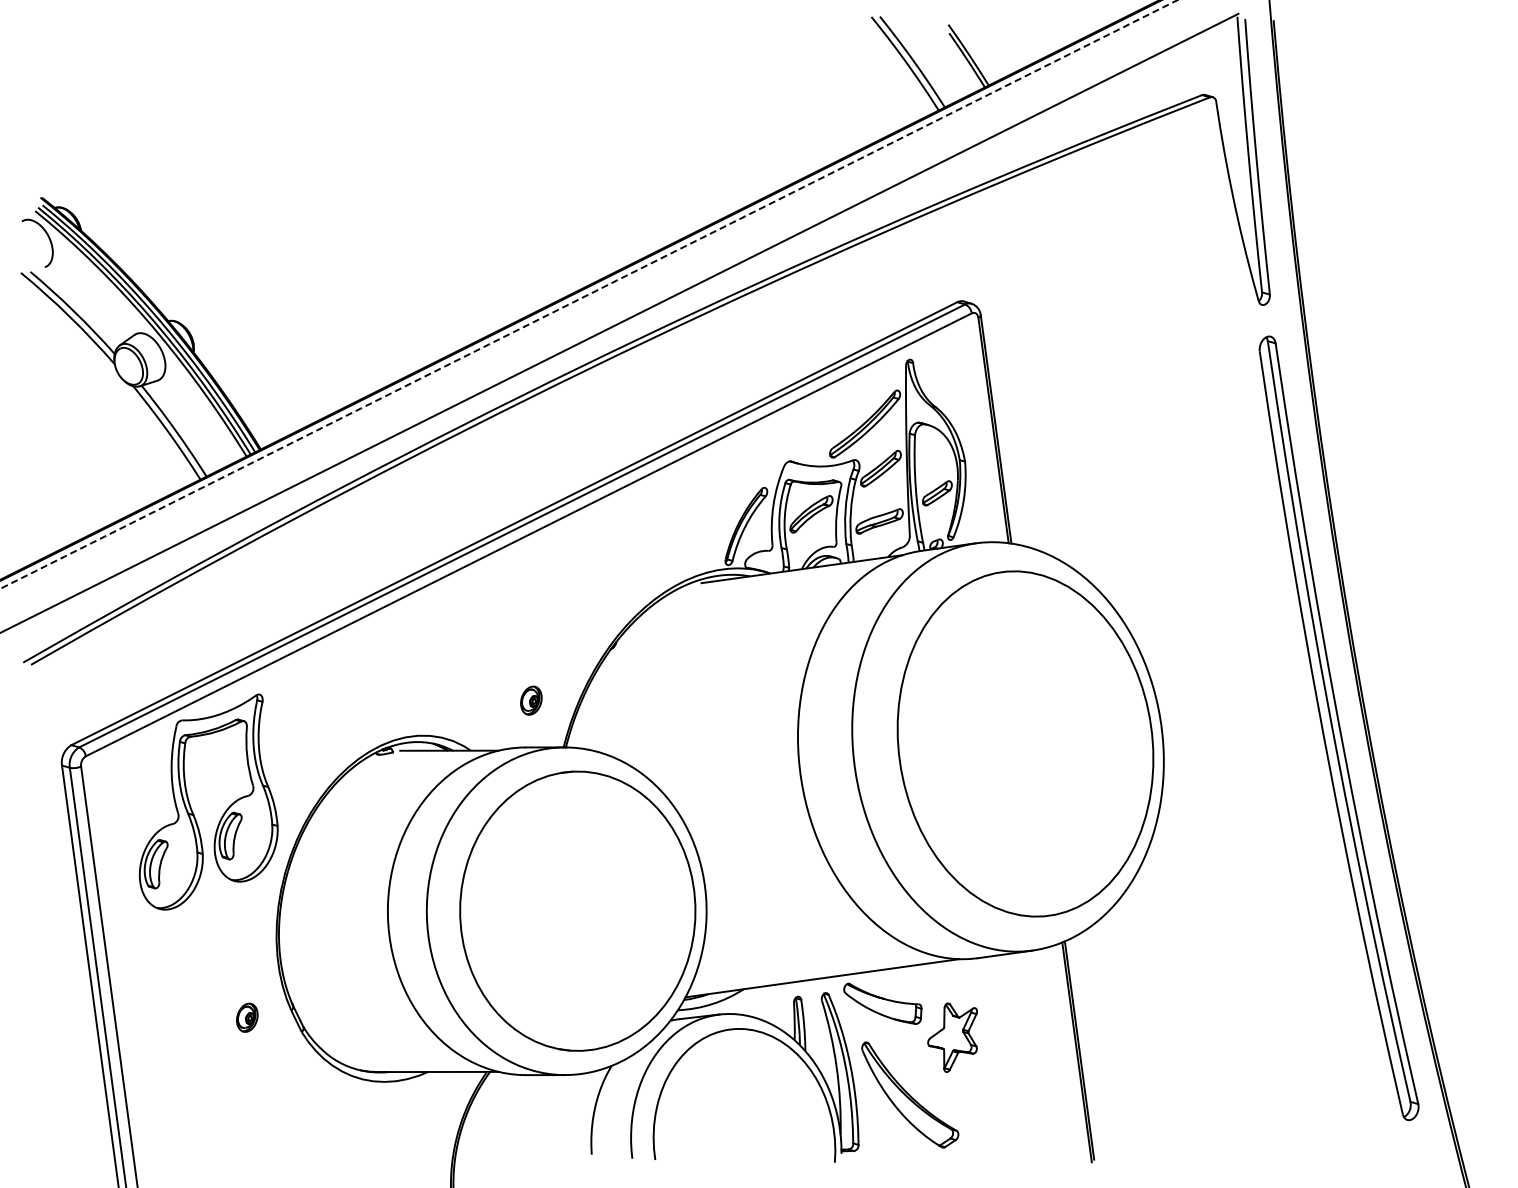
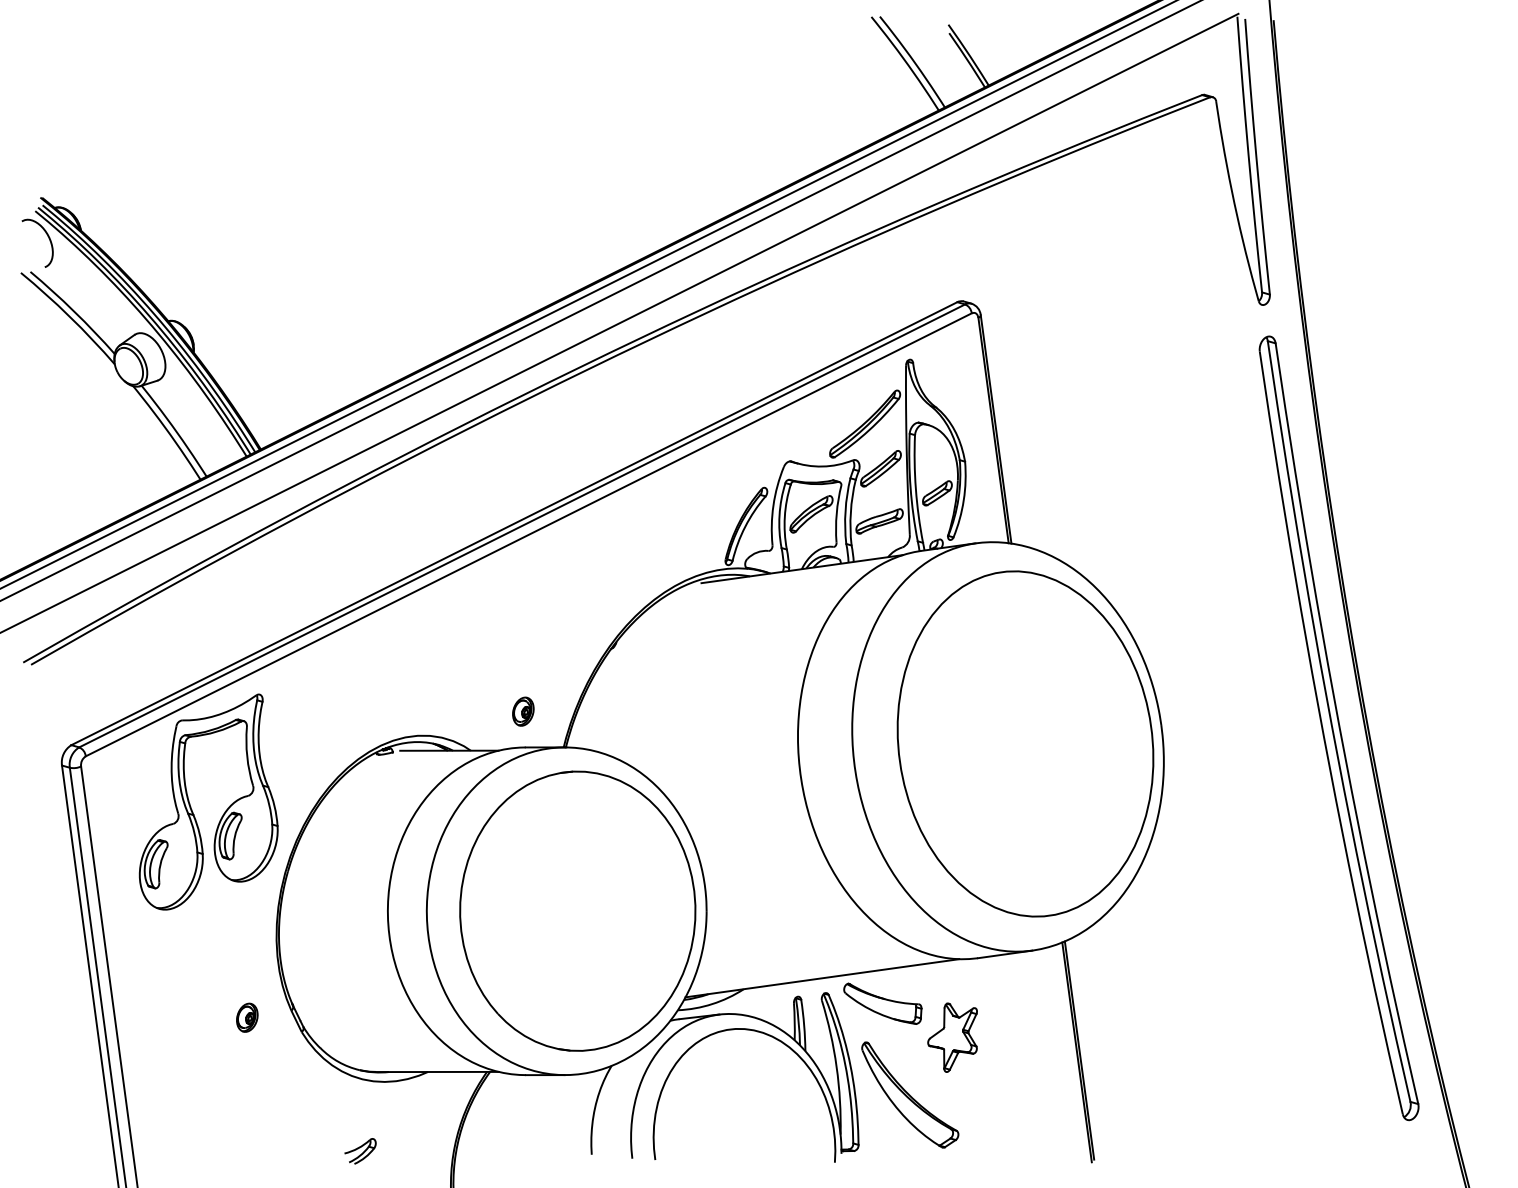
line at (588, 294): dashed -> solid
line at (600, 300): none -> present
part at (531, 700) position: (531, 700) -> (523, 711)
part at (360, 1151): none -> present
